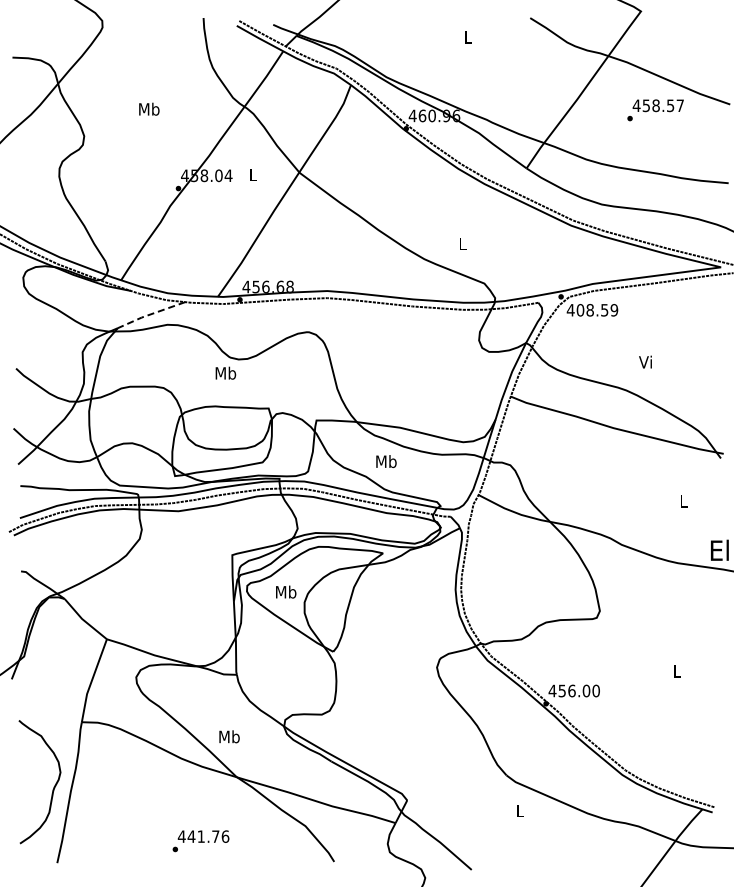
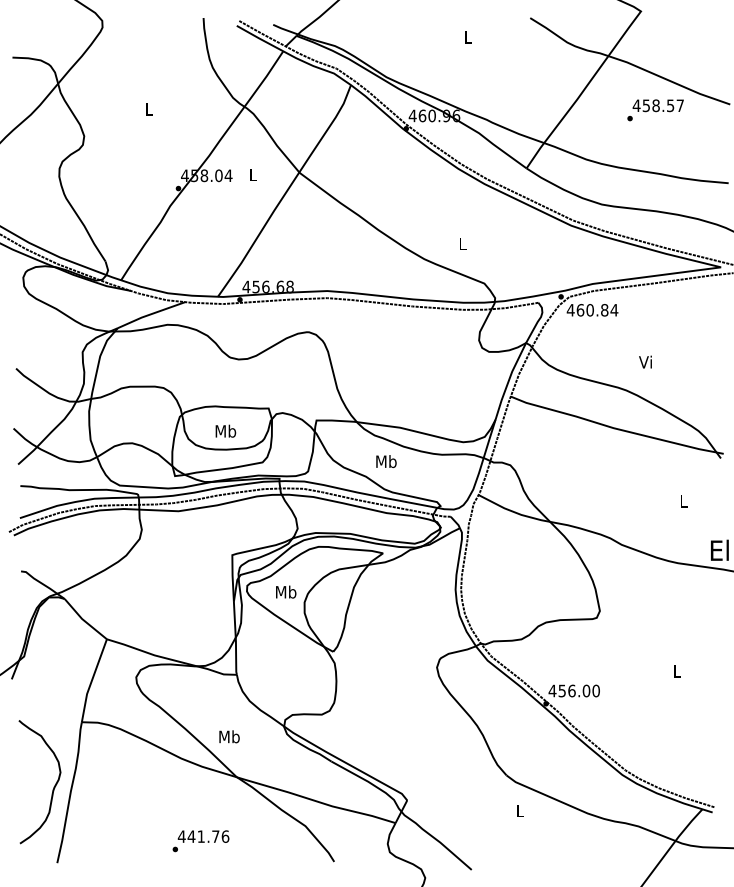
text at (149, 108): Mb -> L
text at (597, 310): 408.59 -> 460.84
line at (150, 314): dashed -> solid
text at (225, 372) position: (225, 372) -> (225, 430)
